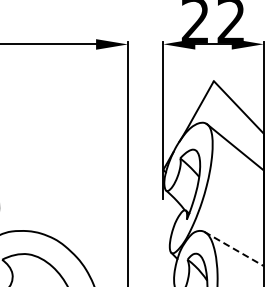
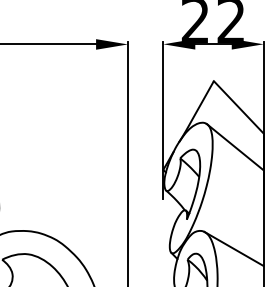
line at (234, 249): dashed -> solid
